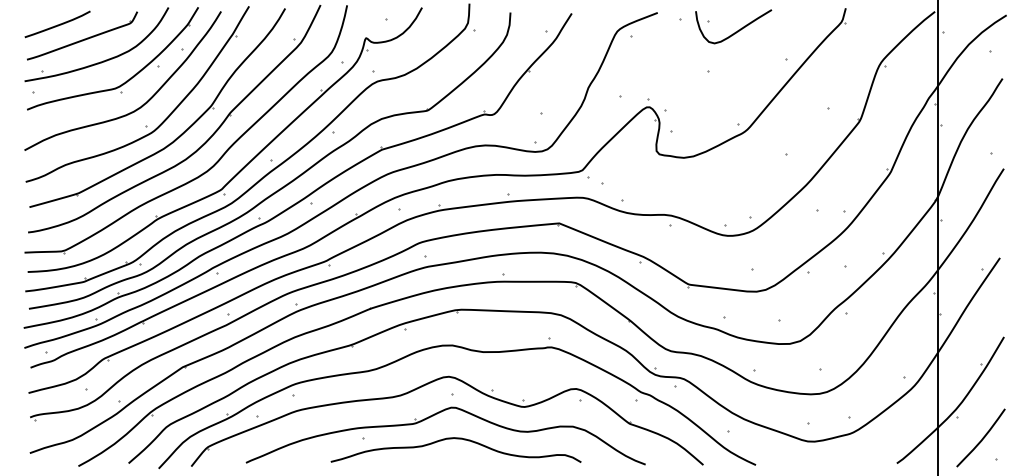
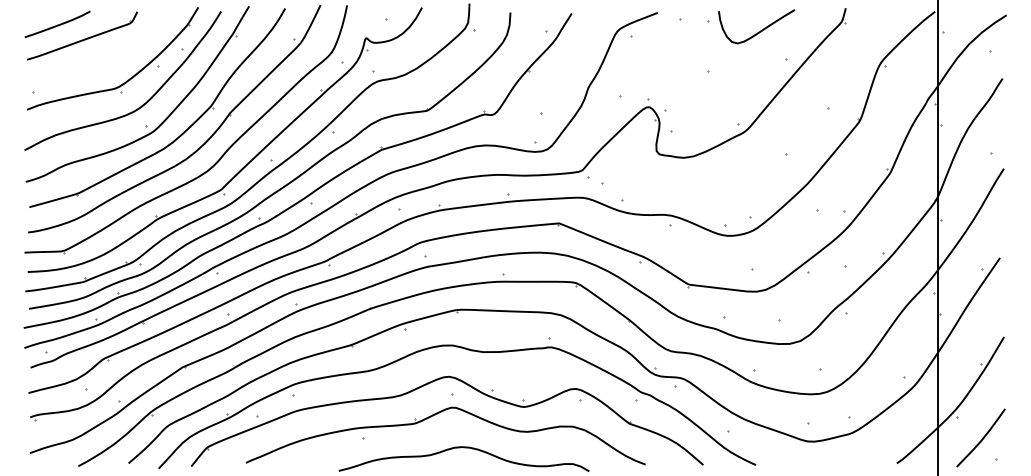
curve at (735, 31) position: (735, 31) -> (758, 31)
part at (103, 60): present -> none
curve at (455, 439) position: (455, 439) -> (463, 448)
